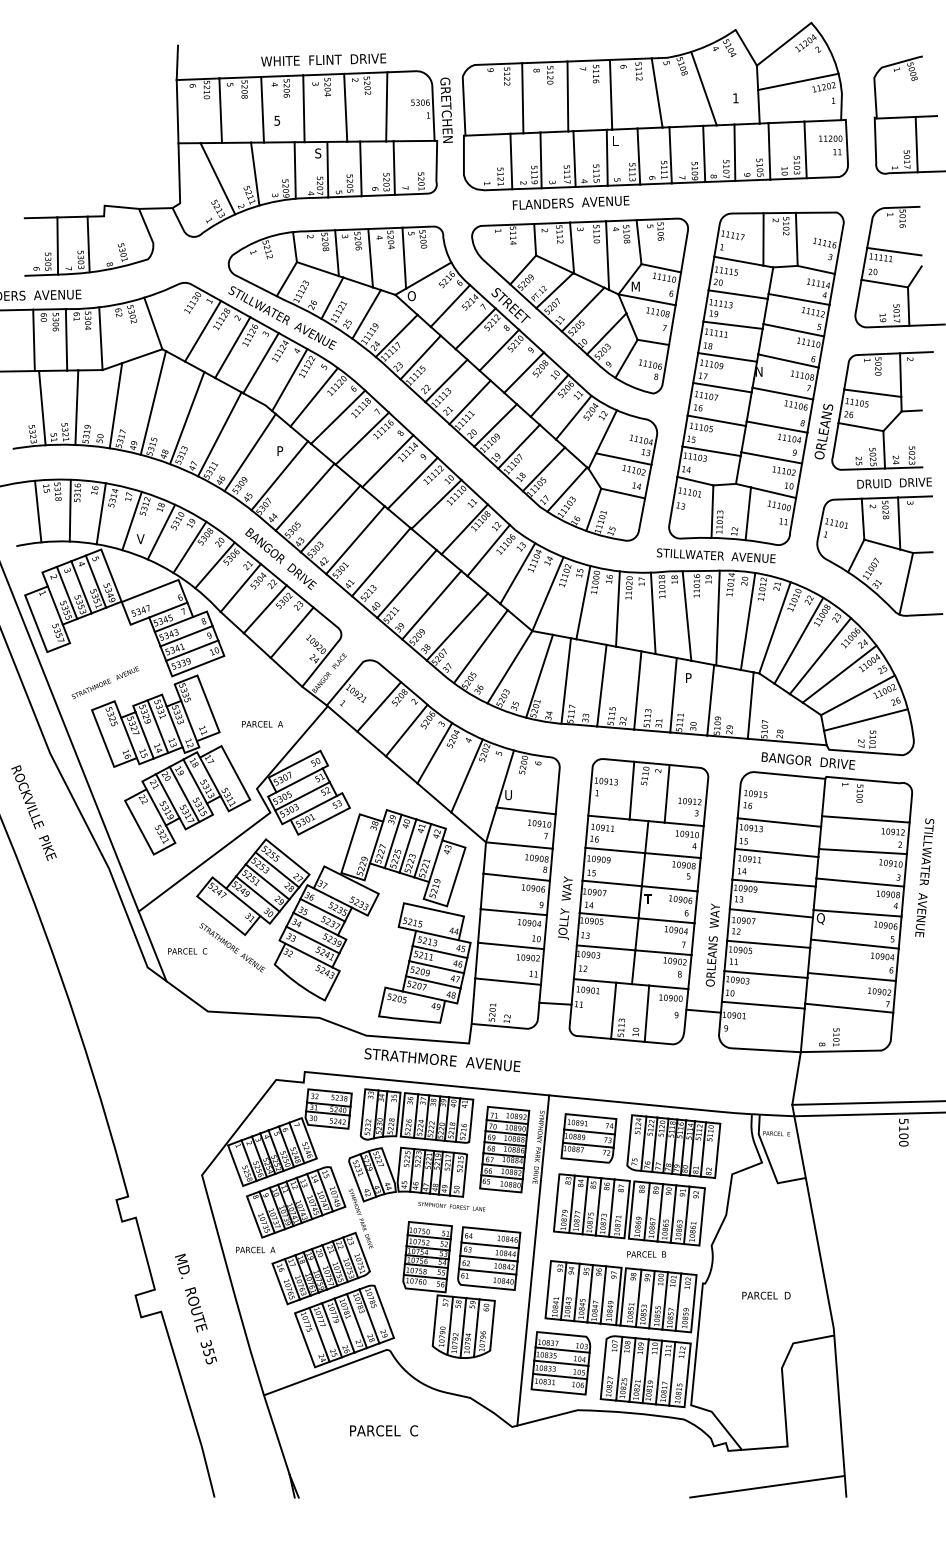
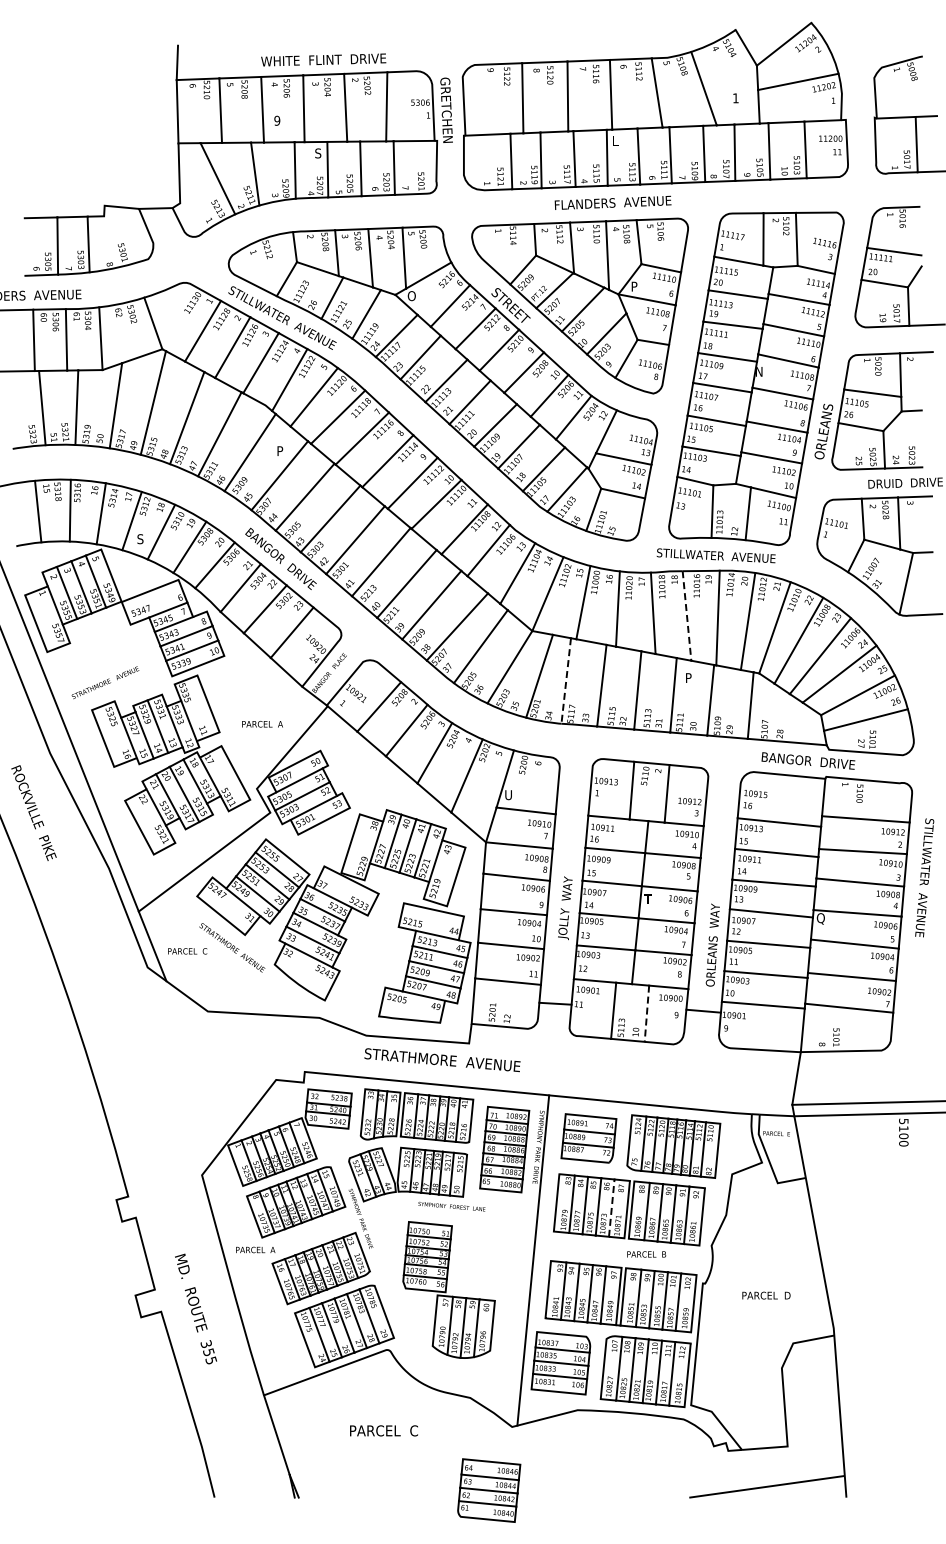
text at (277, 120): 5 -> 9
text at (570, 202) position: (570, 202) -> (612, 202)
text at (636, 286): M -> P
text at (894, 482) position: (894, 482) -> (905, 482)
text at (140, 539): V -> S
line at (687, 615): solid -> dashed
line at (566, 681): solid -> dashed
line at (646, 1014): solid -> dashed
line at (611, 1208): solid -> dashed
part at (489, 1258) position: (489, 1258) -> (489, 1490)
